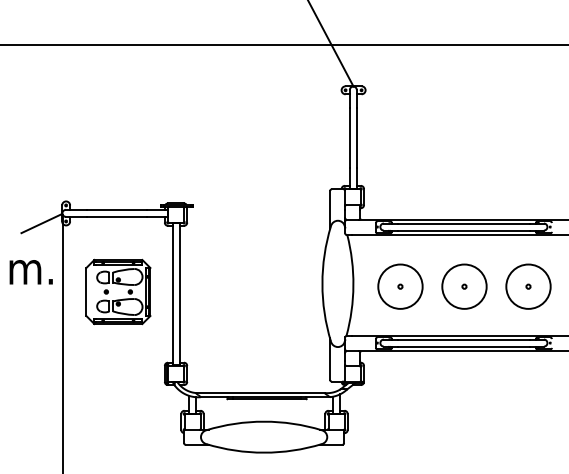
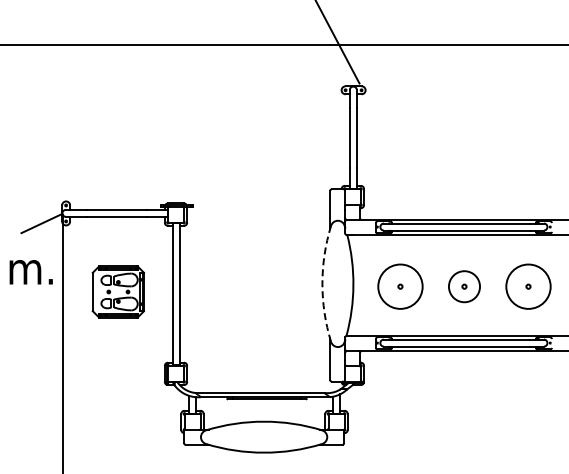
line at (331, 44) position: (331, 44) -> (337, 42)
arc at (322, 283): solid -> dashed
circle at (464, 286) diameter: 44 px -> 31 px
part at (118, 291) size: 67x68 px -> 55x54 px
